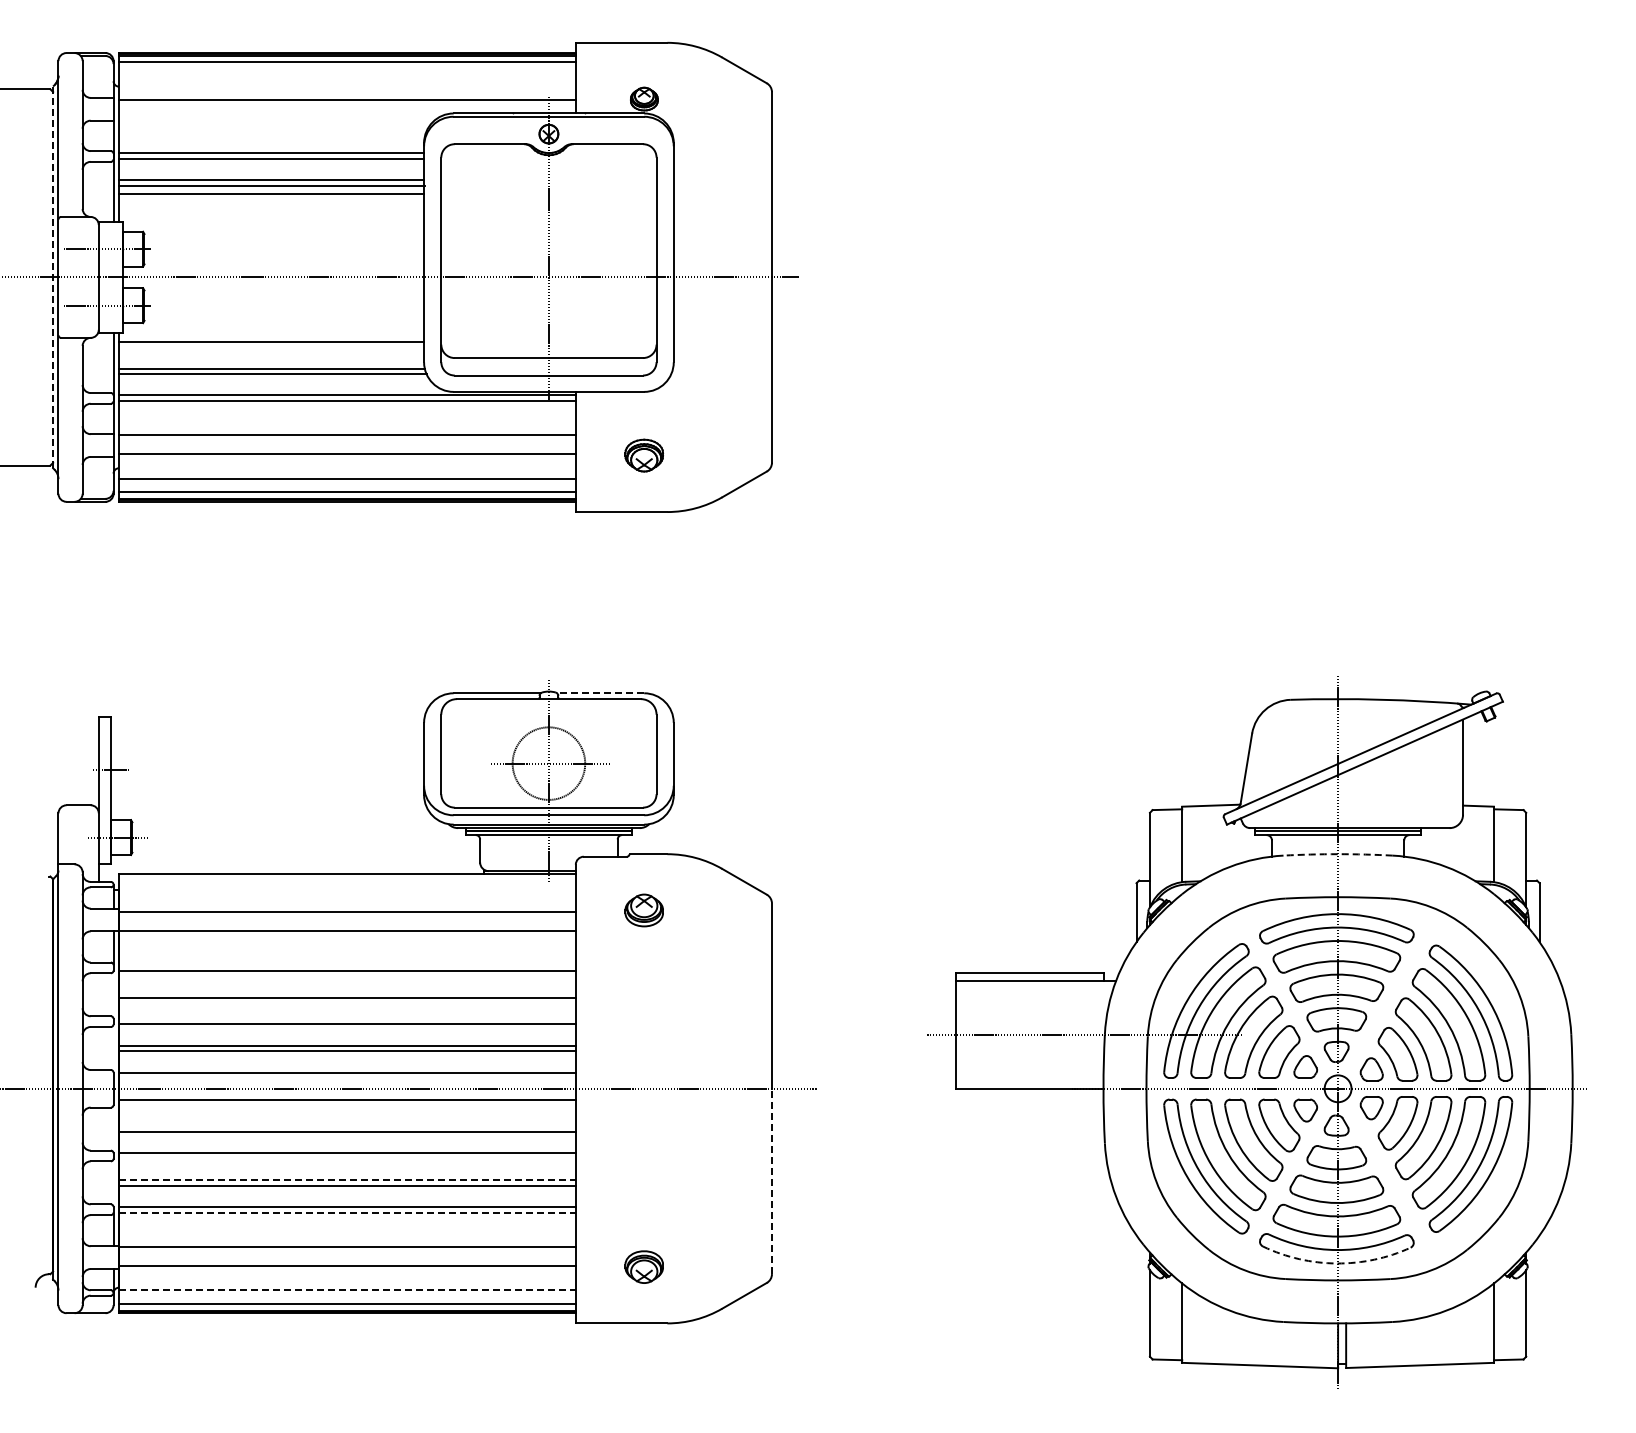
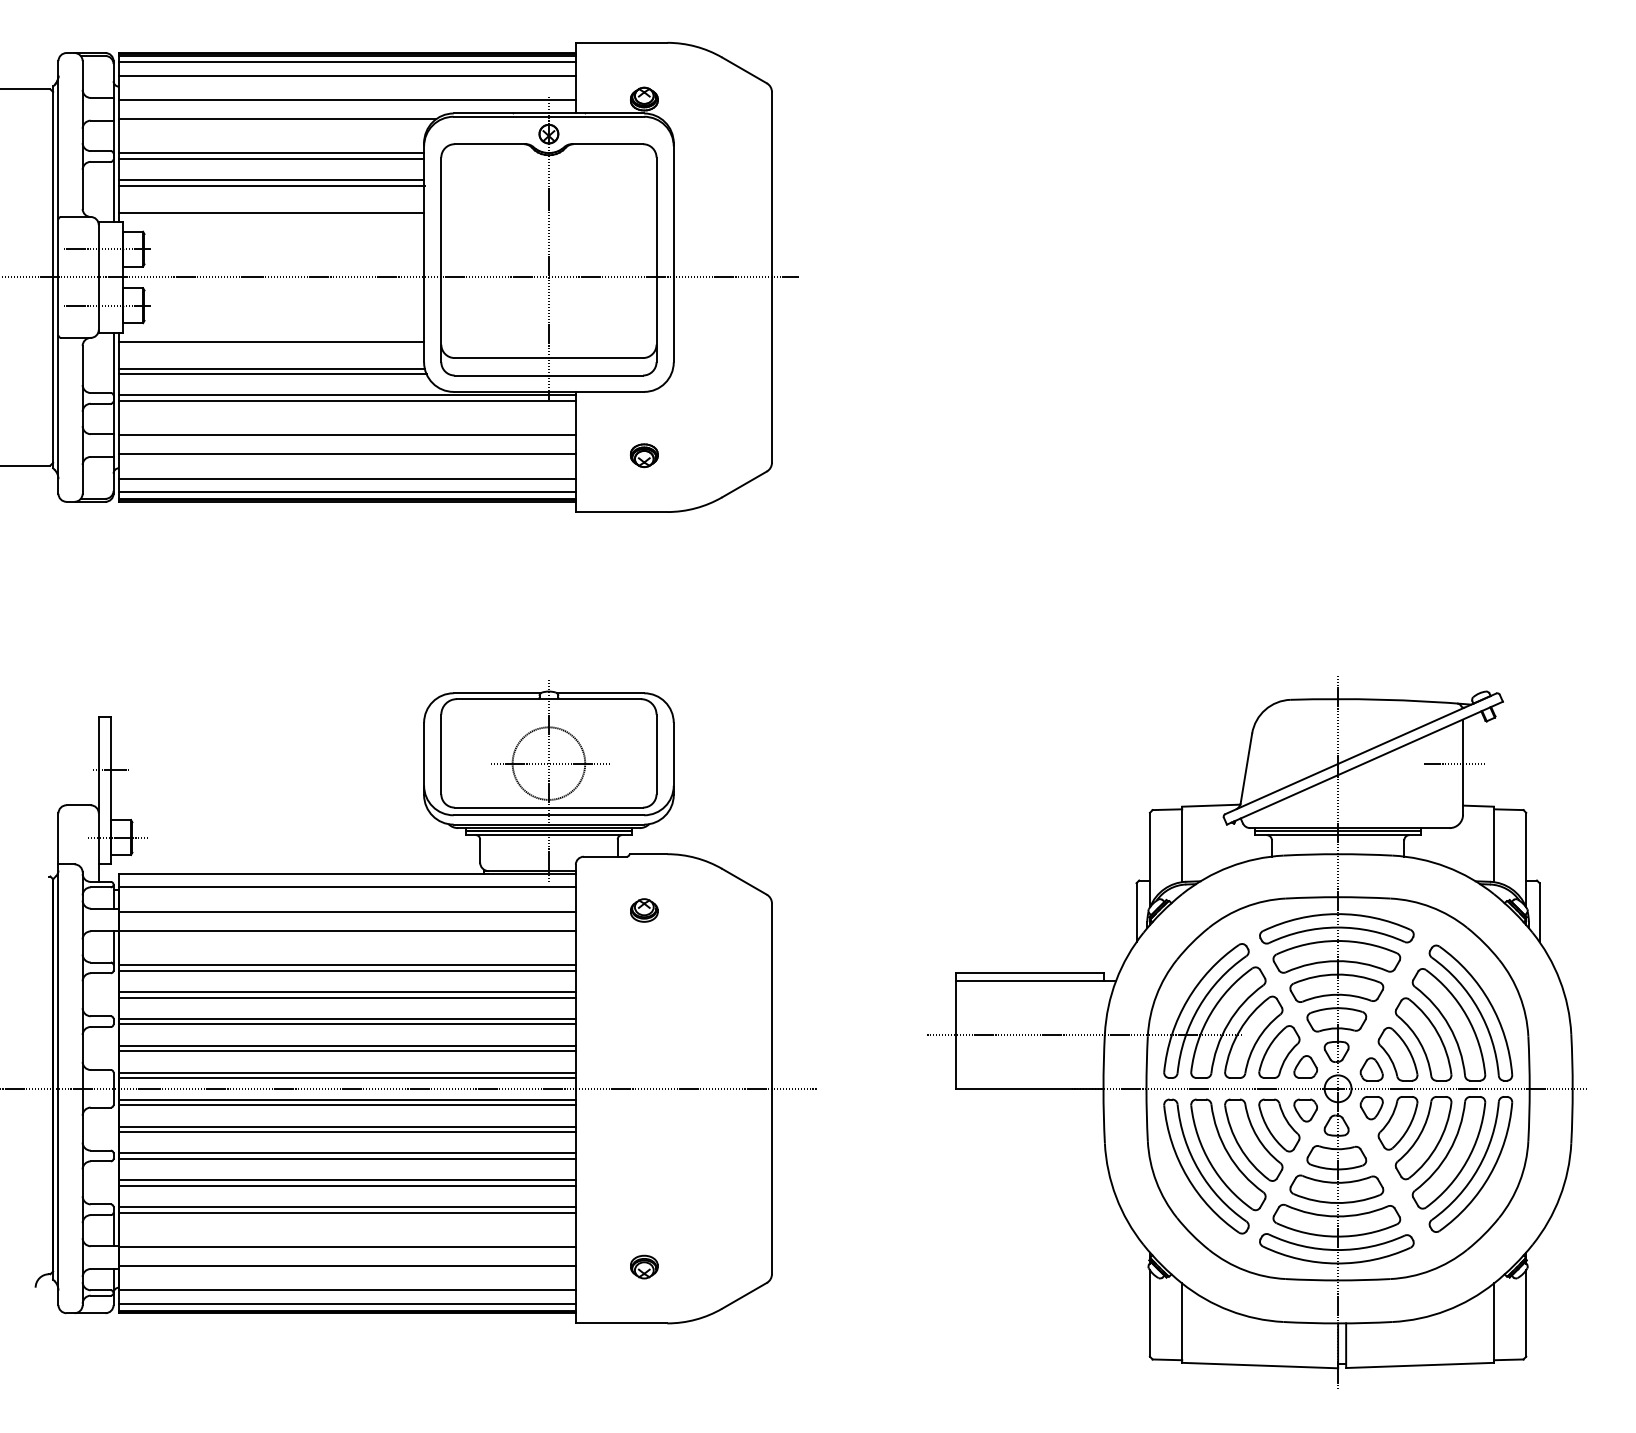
line at (346, 75): none -> present
line at (276, 119): none -> present
line at (271, 193) position: (271, 193) -> (271, 212)
line at (53, 277): dashed -> solid
part at (643, 455) size: 40x35 px -> 29x26 px
line at (600, 693): dashed -> solid
line at (1454, 763): none -> present
arc at (1338, 854): dashed -> solid
line at (346, 887): none -> present
part at (643, 910) size: 40x35 px -> 29x25 px
line at (346, 964): none -> present
line at (346, 991): none -> present
line at (346, 1018): none -> present
line at (346, 1077): none -> present
line at (346, 1104): none -> present
line at (346, 1126): none -> present
line at (346, 1158): none -> present
line at (347, 1180): dashed -> solid
line at (771, 1181): dashed -> solid
line at (347, 1212): dashed -> solid
arc at (1336, 1263): dashed -> solid
part at (643, 1266) size: 40x34 px -> 29x26 px
line at (347, 1290): dashed -> solid
